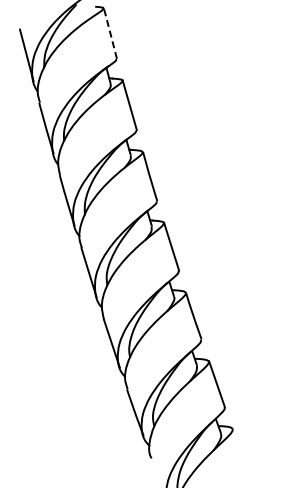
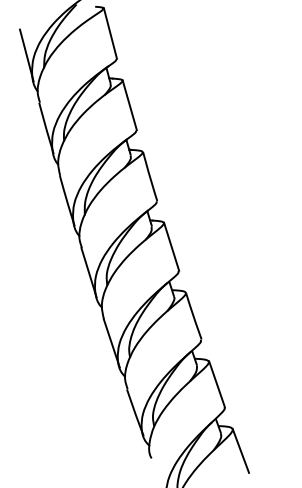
line at (110, 33): dashed -> solid
line at (240, 450): none -> present
